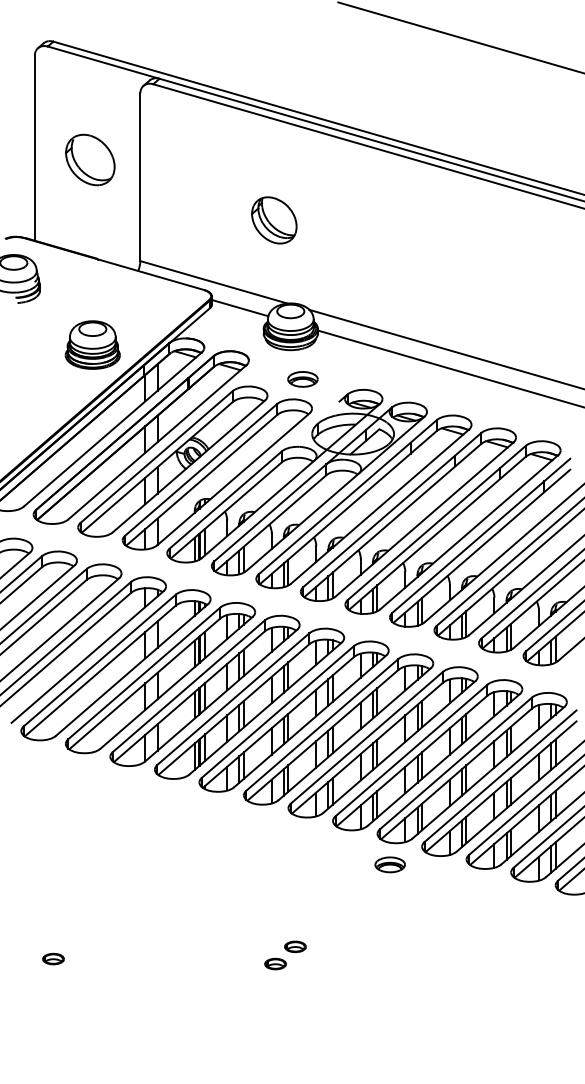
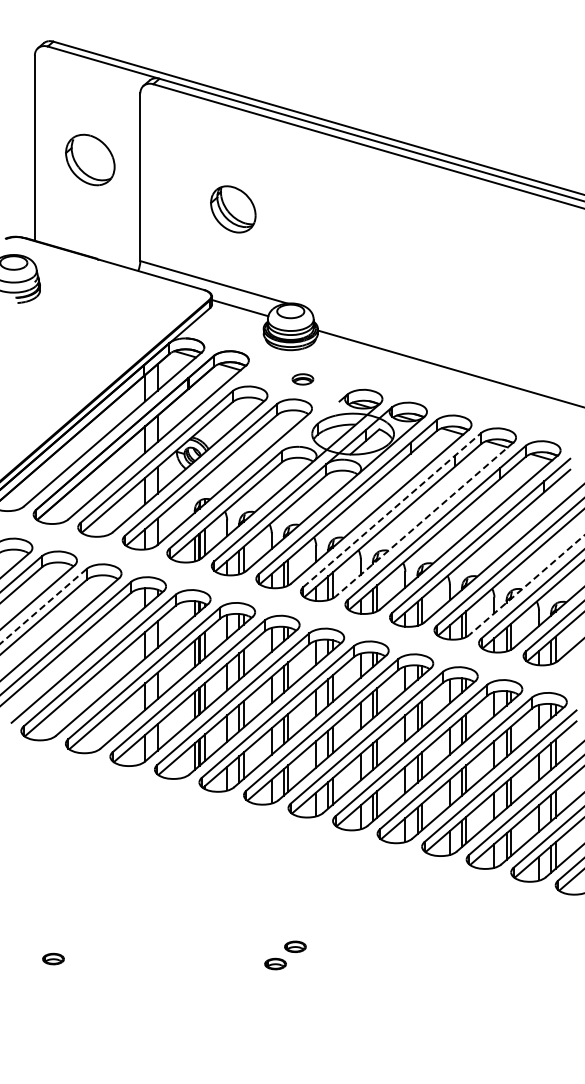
line at (459, 37): present -> none
part at (274, 220) position: (274, 220) -> (233, 209)
part at (92, 344): present -> none
line at (445, 348): present -> none
part at (302, 379) size: 32x17 px -> 24x13 px
line at (392, 510): solid -> dashed
line at (424, 519): solid -> dashed
line at (526, 585): solid -> dashed
line at (43, 606): solid -> dashed
part at (389, 864): present -> none
